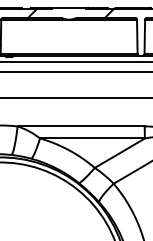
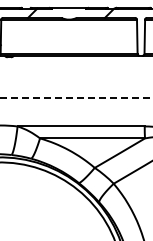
line at (75, 61): present -> none
line at (75, 71): present -> none
line at (76, 98): solid -> dashed
